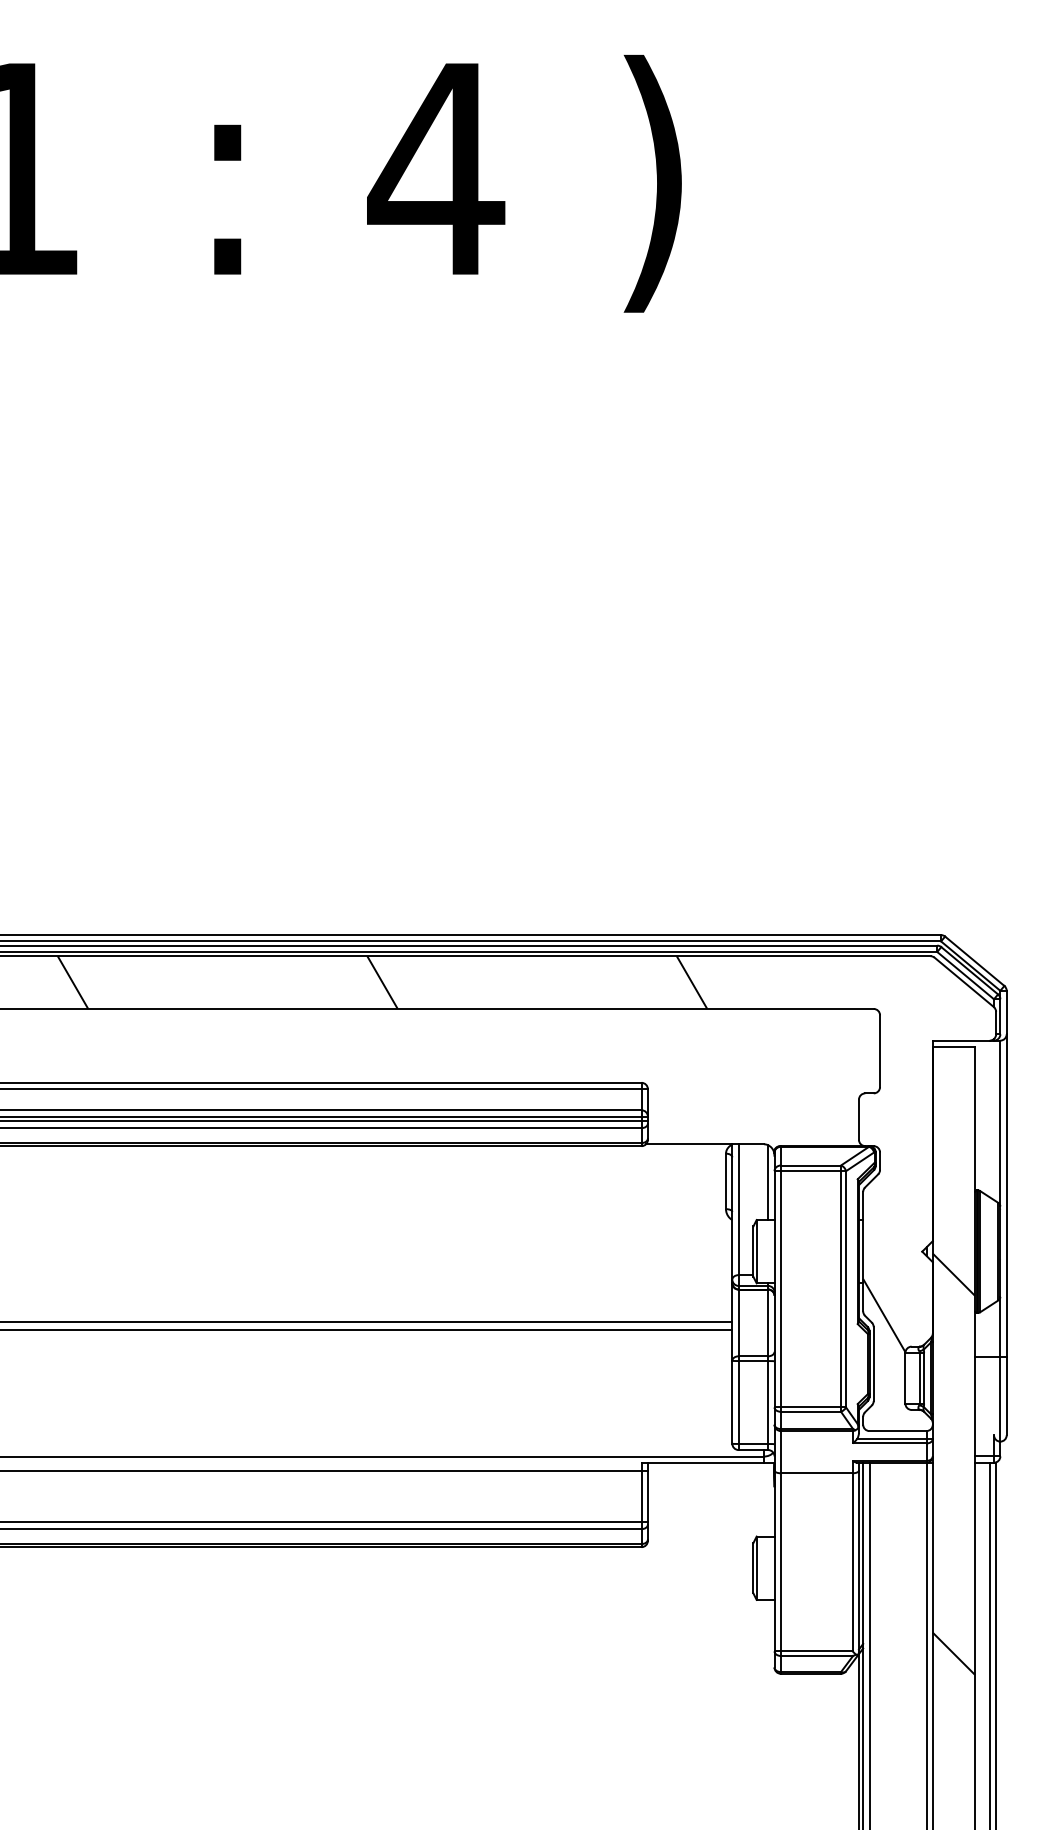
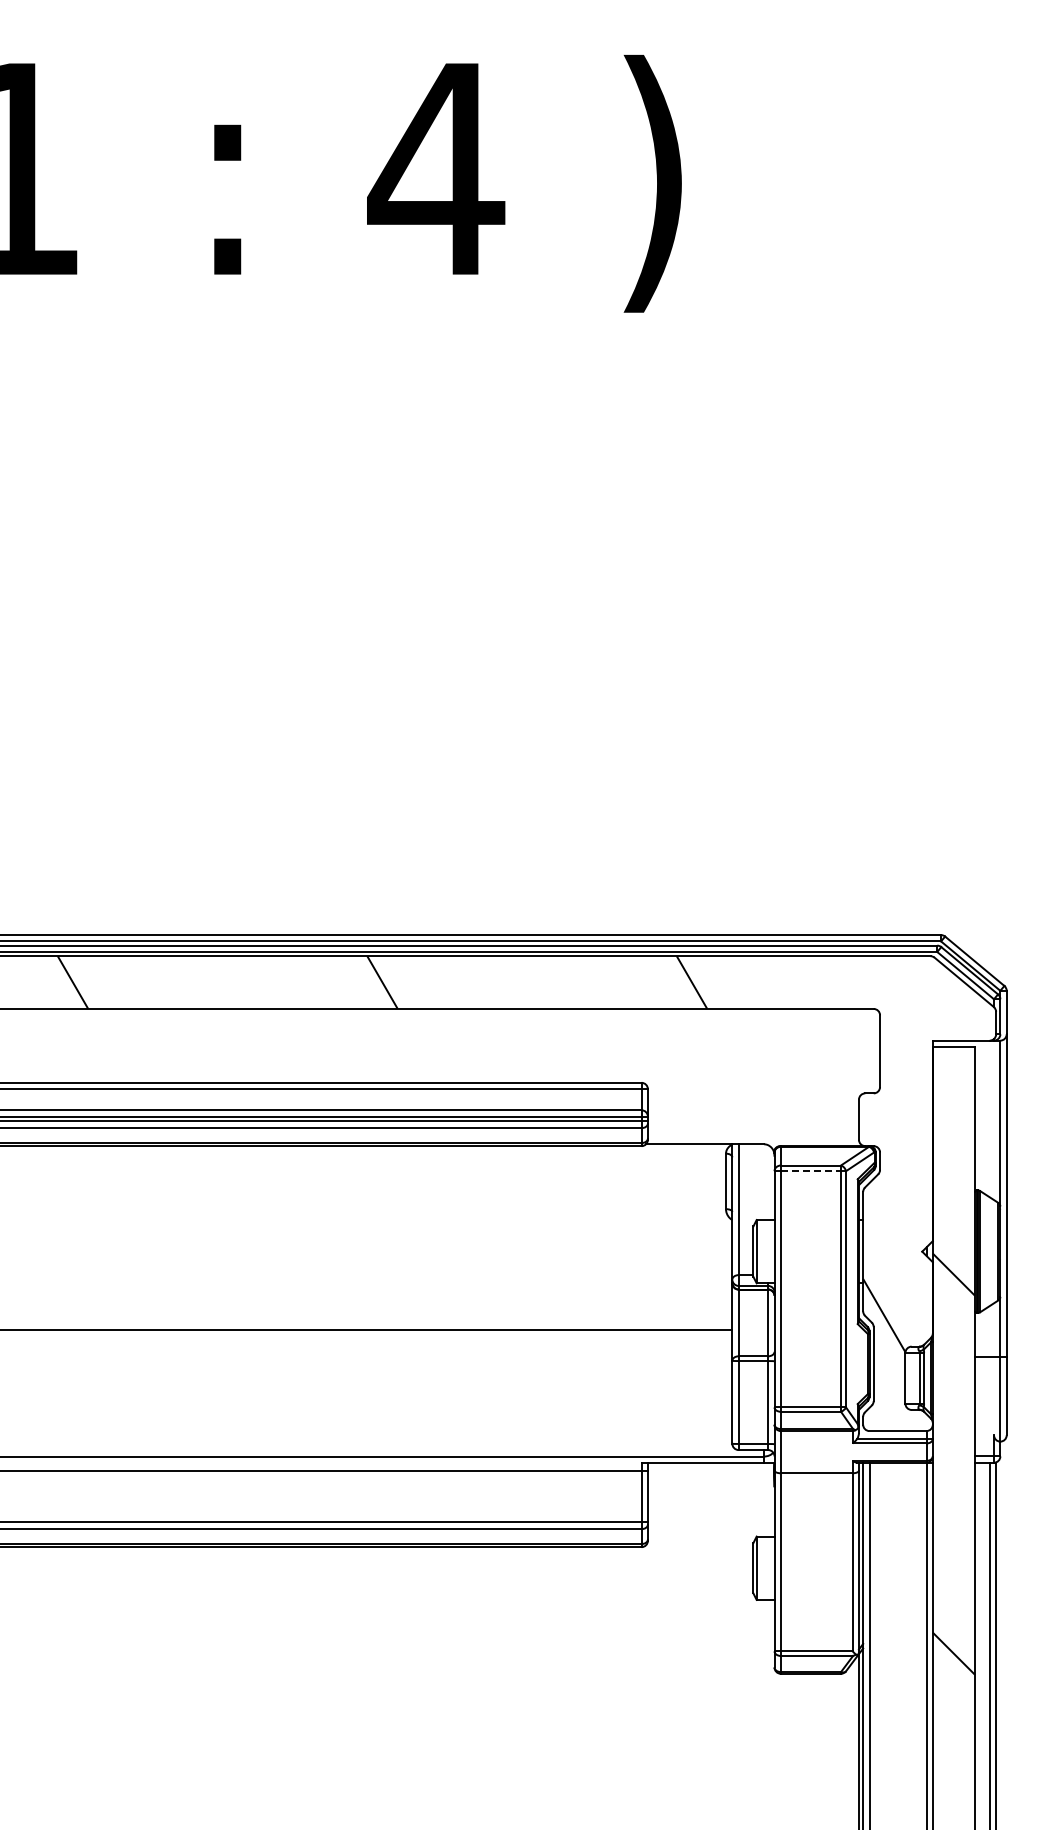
line at (811, 1171): solid -> dashed
line at (768, 1182): present -> none
line at (367, 1321): present -> none
